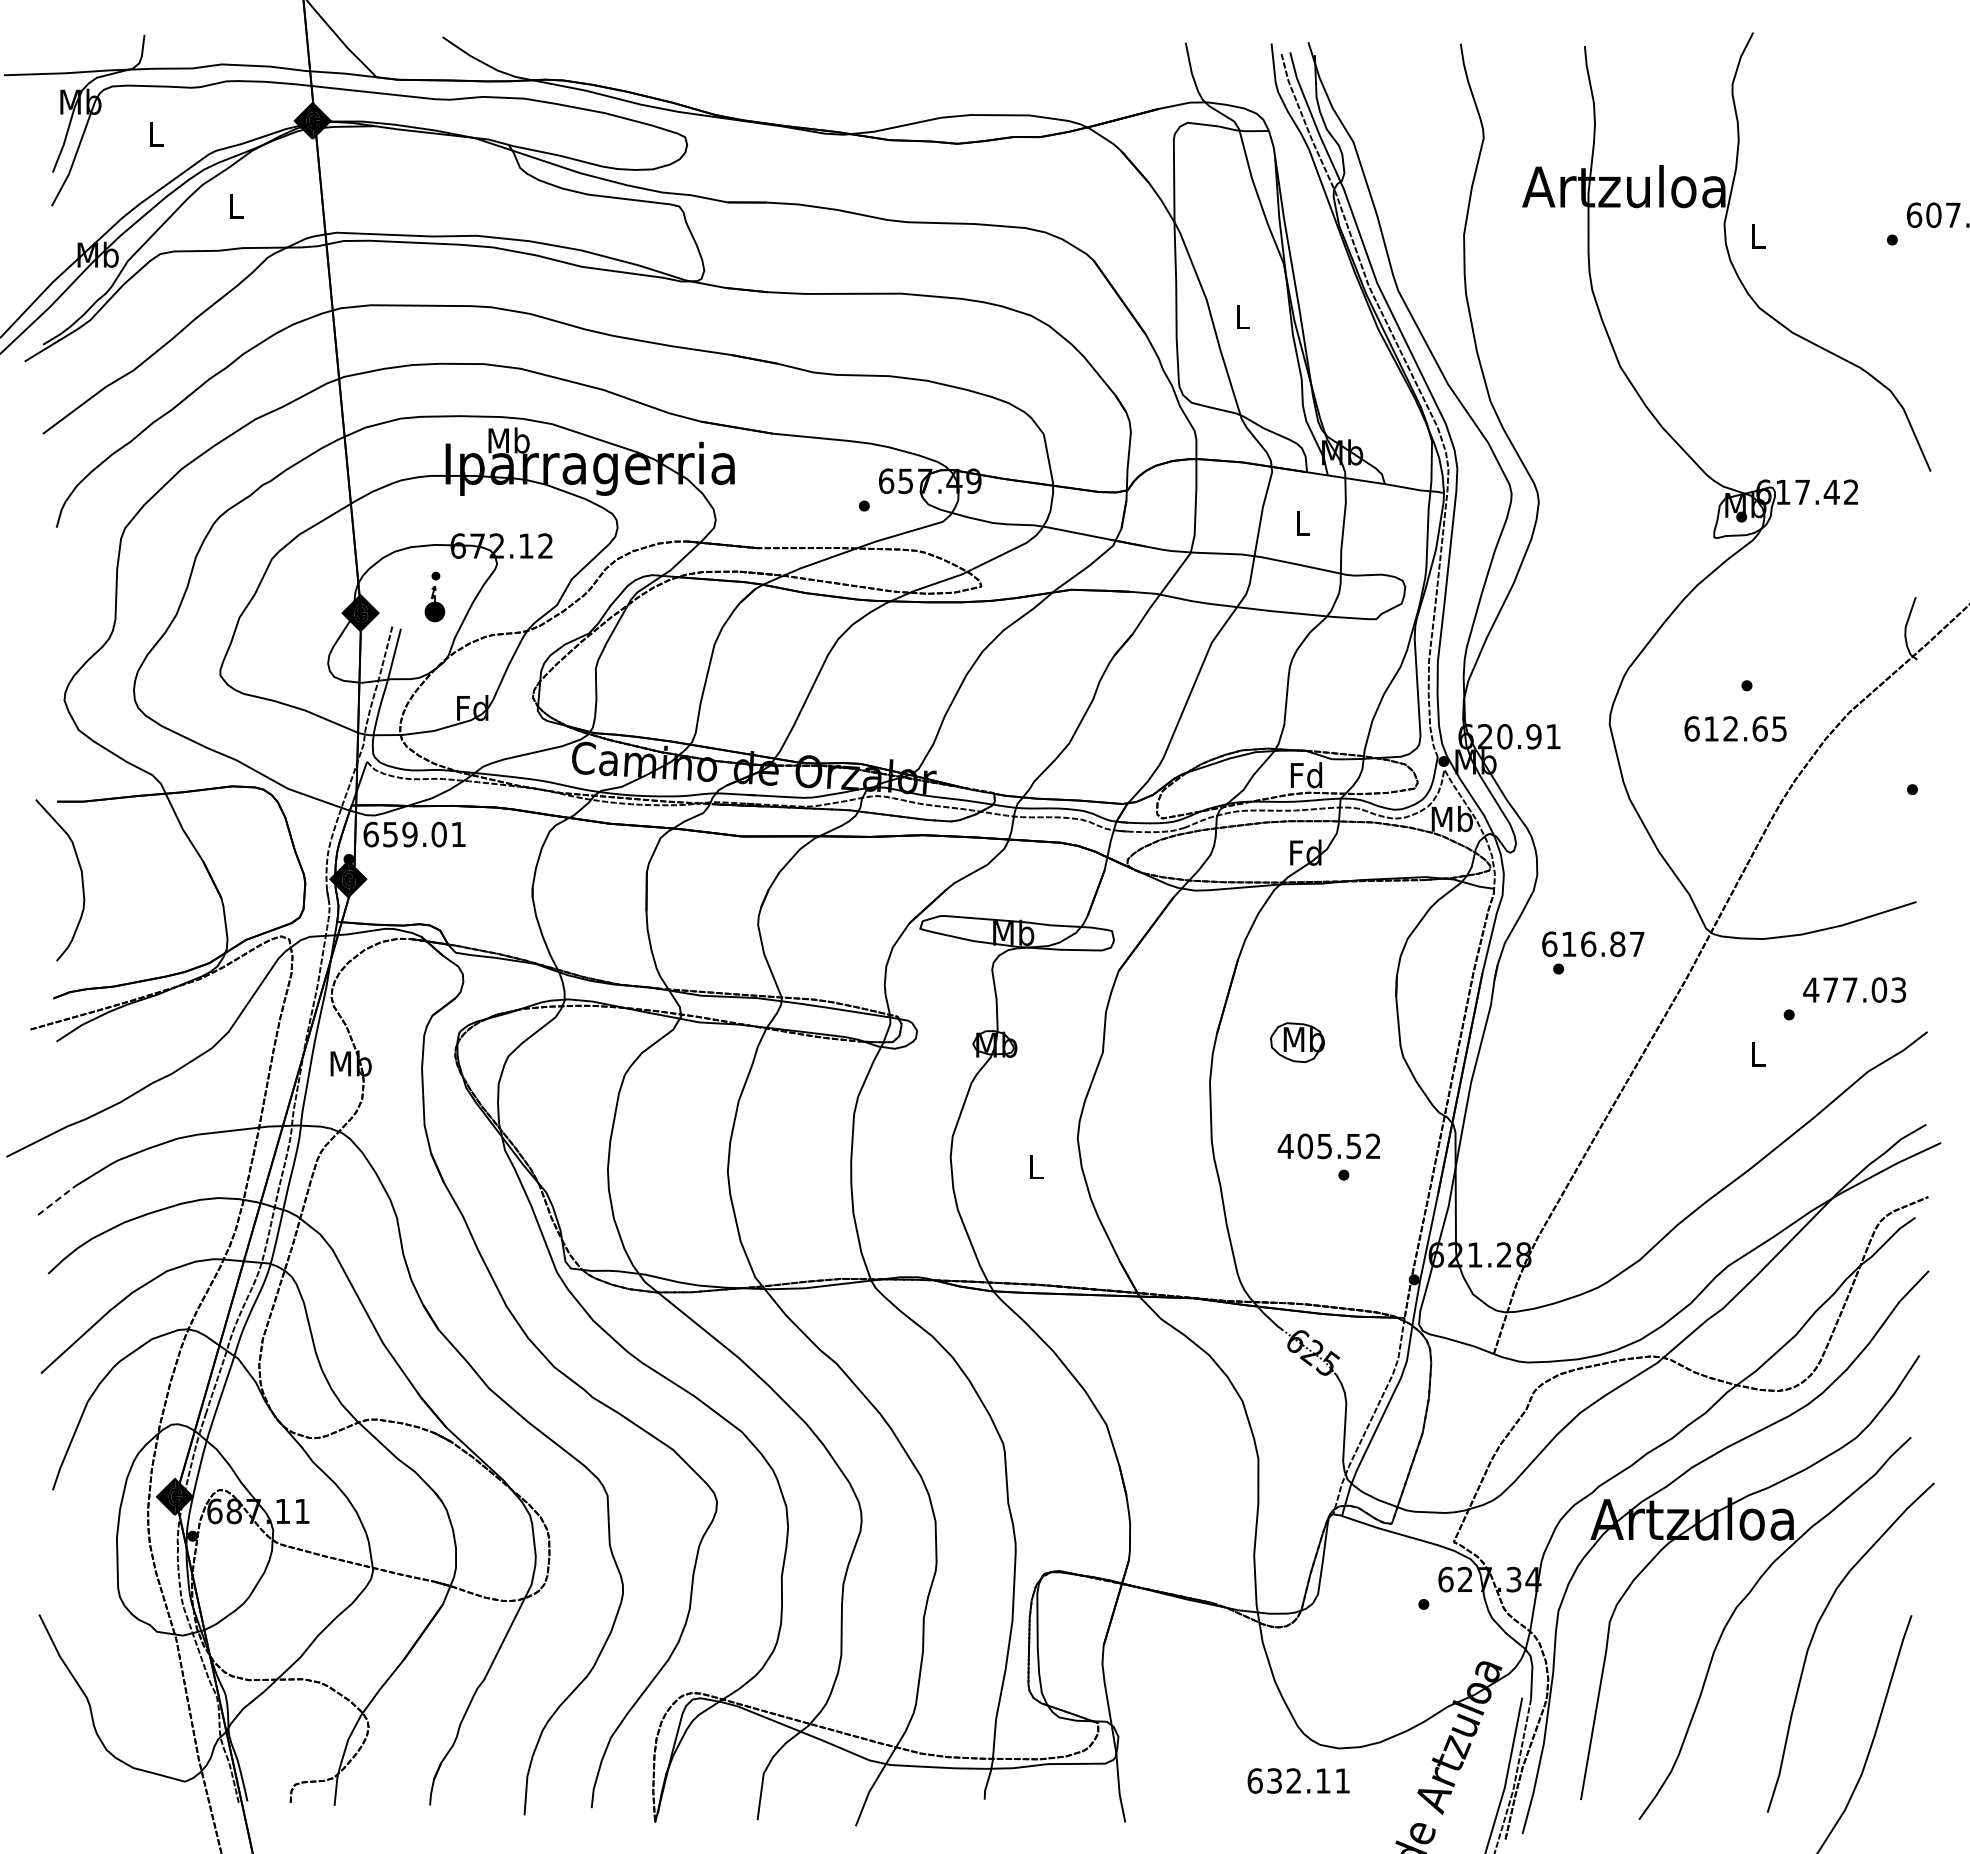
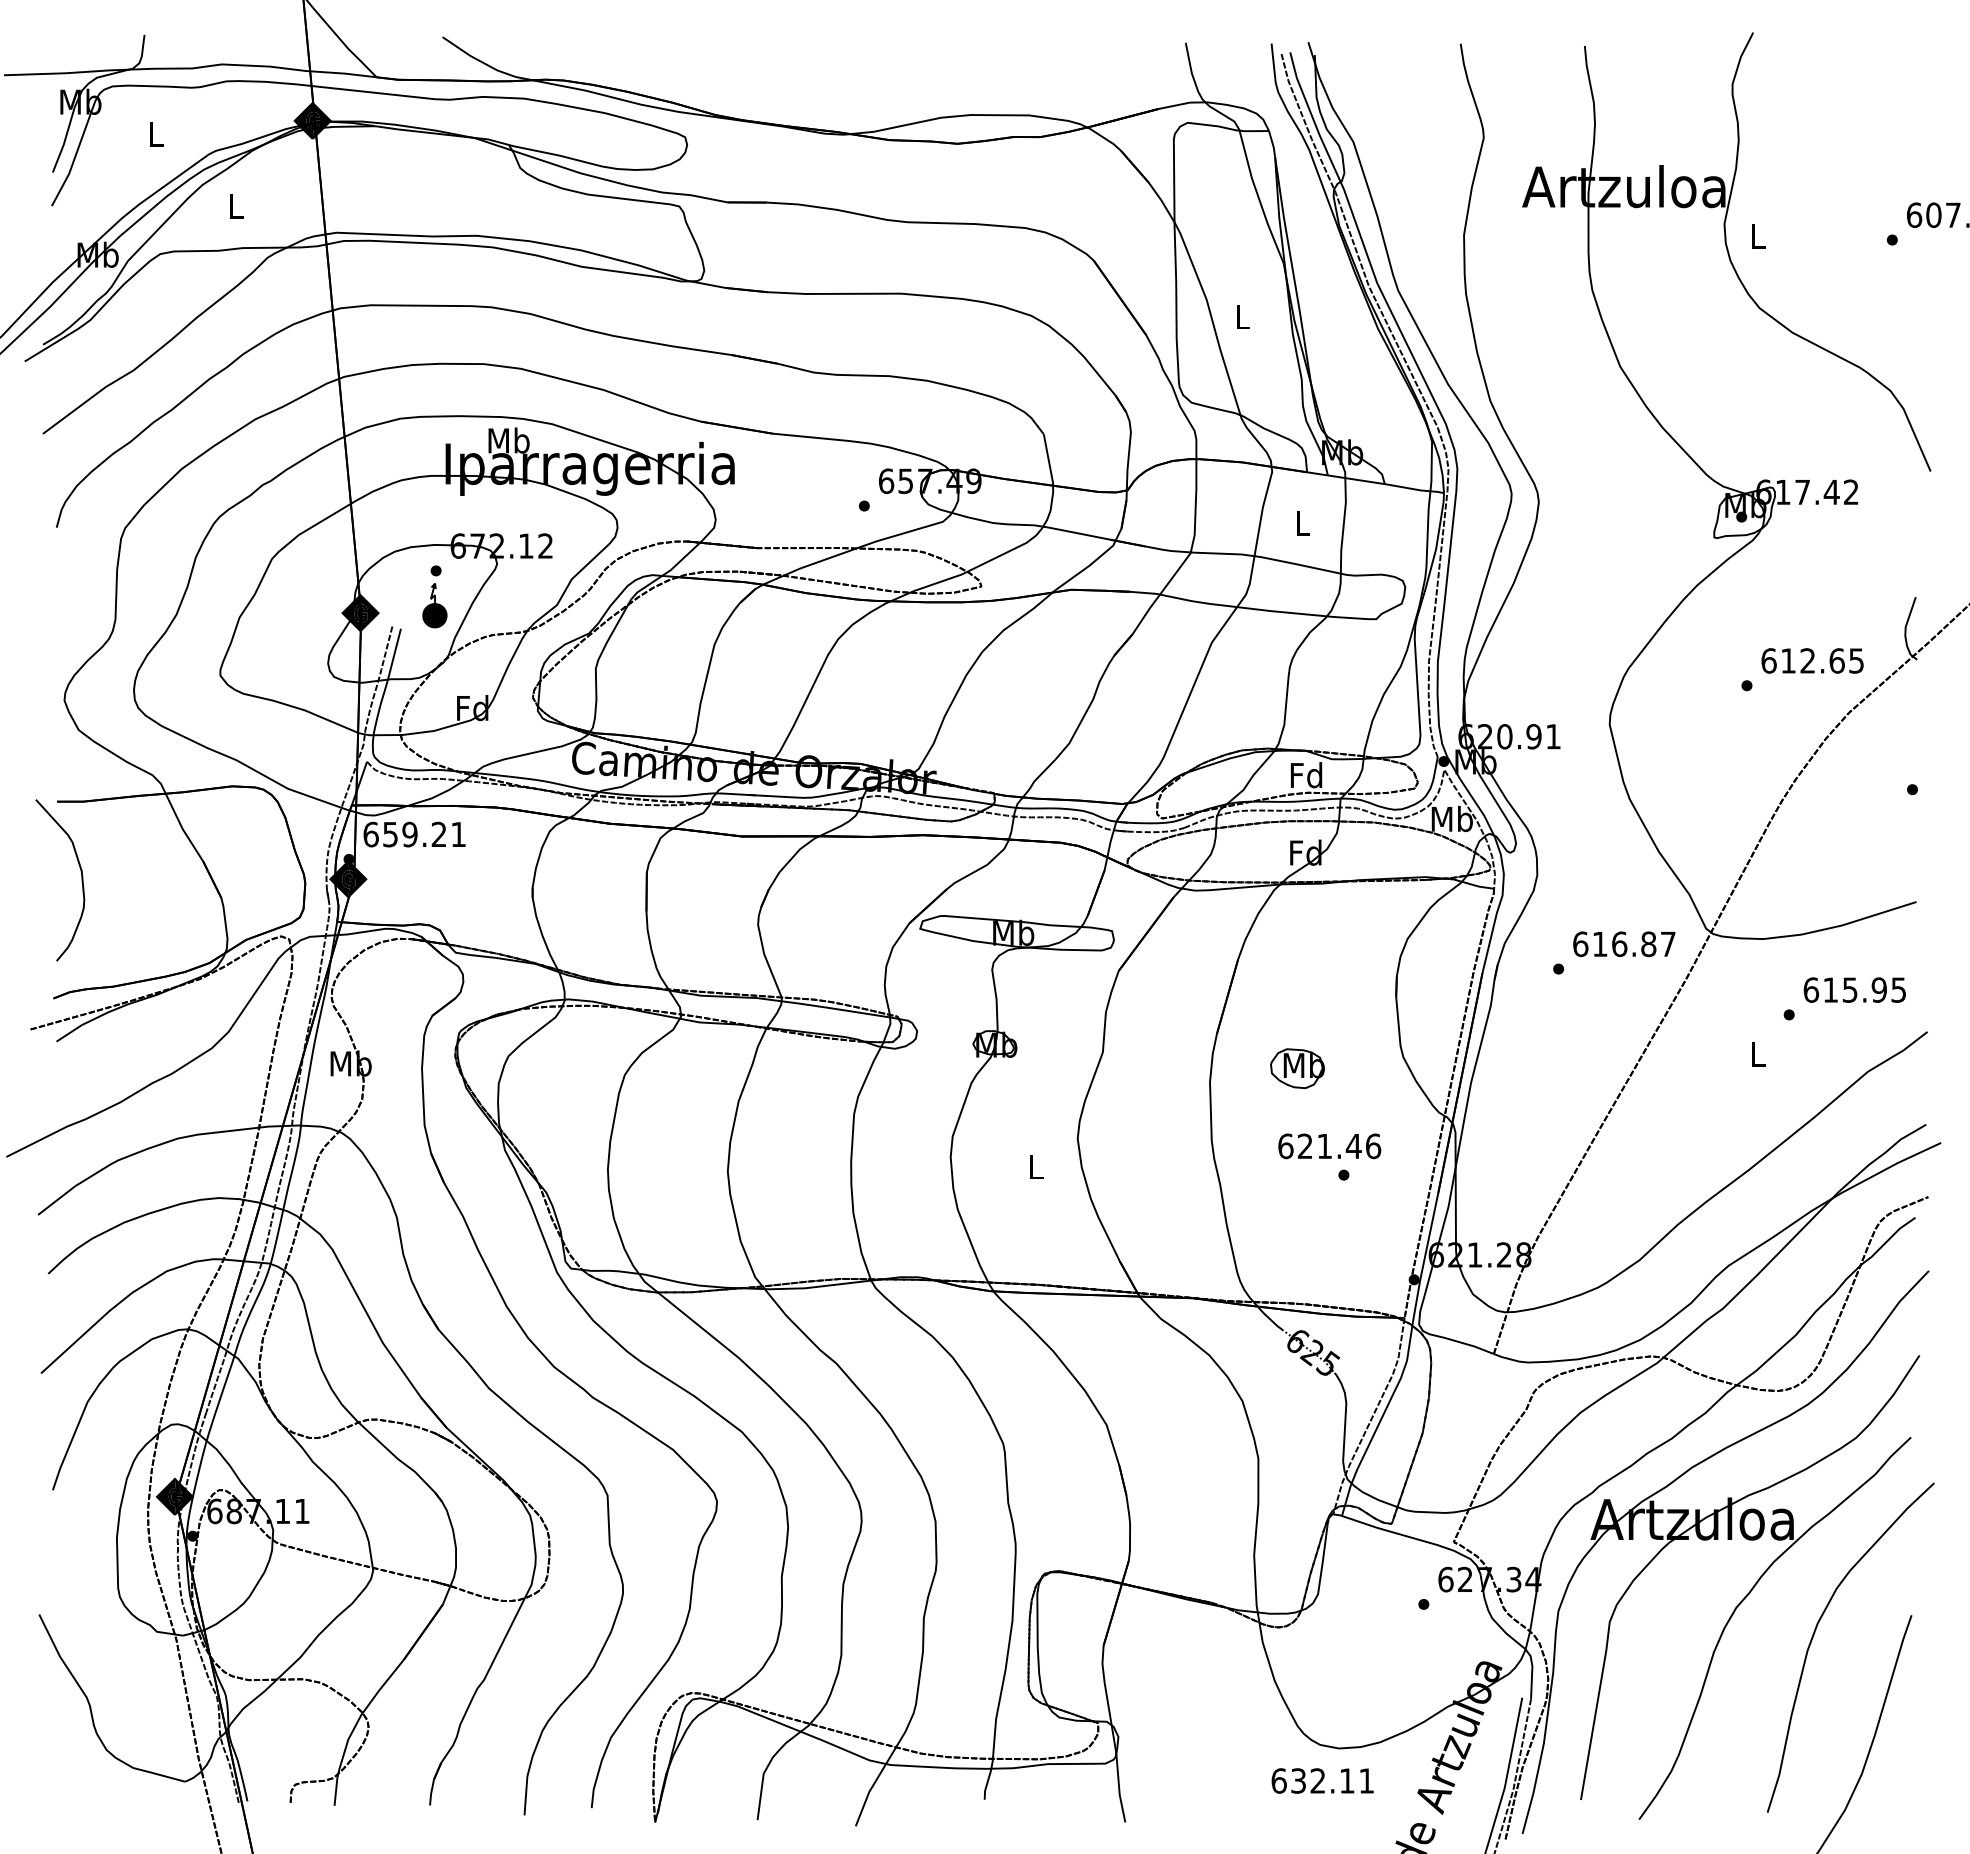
part at (434, 596) size: 22x52 px -> 26x64 px
text at (1735, 728) position: (1735, 728) -> (1812, 660)
text at (438, 834): 659.01 -> 659.21
text at (1593, 944) position: (1593, 944) -> (1624, 944)
text at (1854, 989): 477.03 -> 615.95
part at (1297, 1042) position: (1297, 1042) -> (1297, 1068)
text at (1329, 1146): 405.52 -> 621.46
line at (56, 1200): dashed -> solid
text at (1298, 1780) position: (1298, 1780) -> (1322, 1780)
